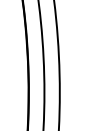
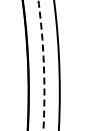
arc at (43, 65): solid -> dashed
